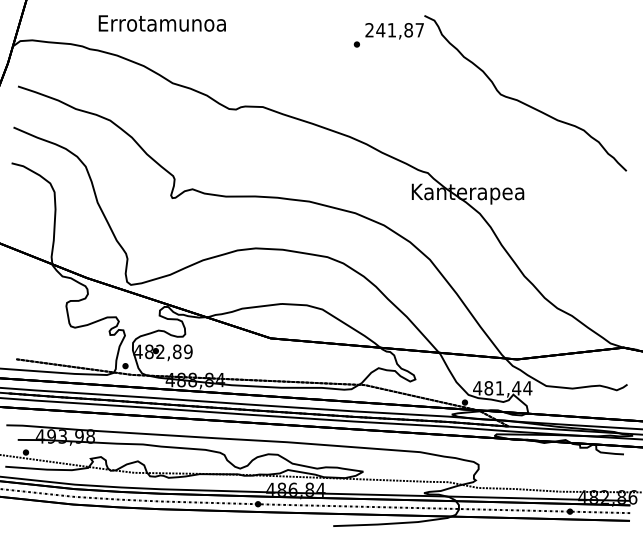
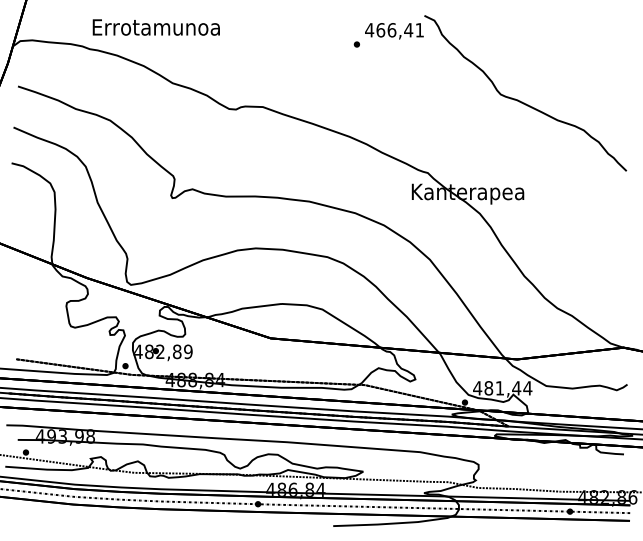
text at (161, 23) position: (161, 23) -> (155, 27)
text at (394, 30): 241,87 -> 466,41
